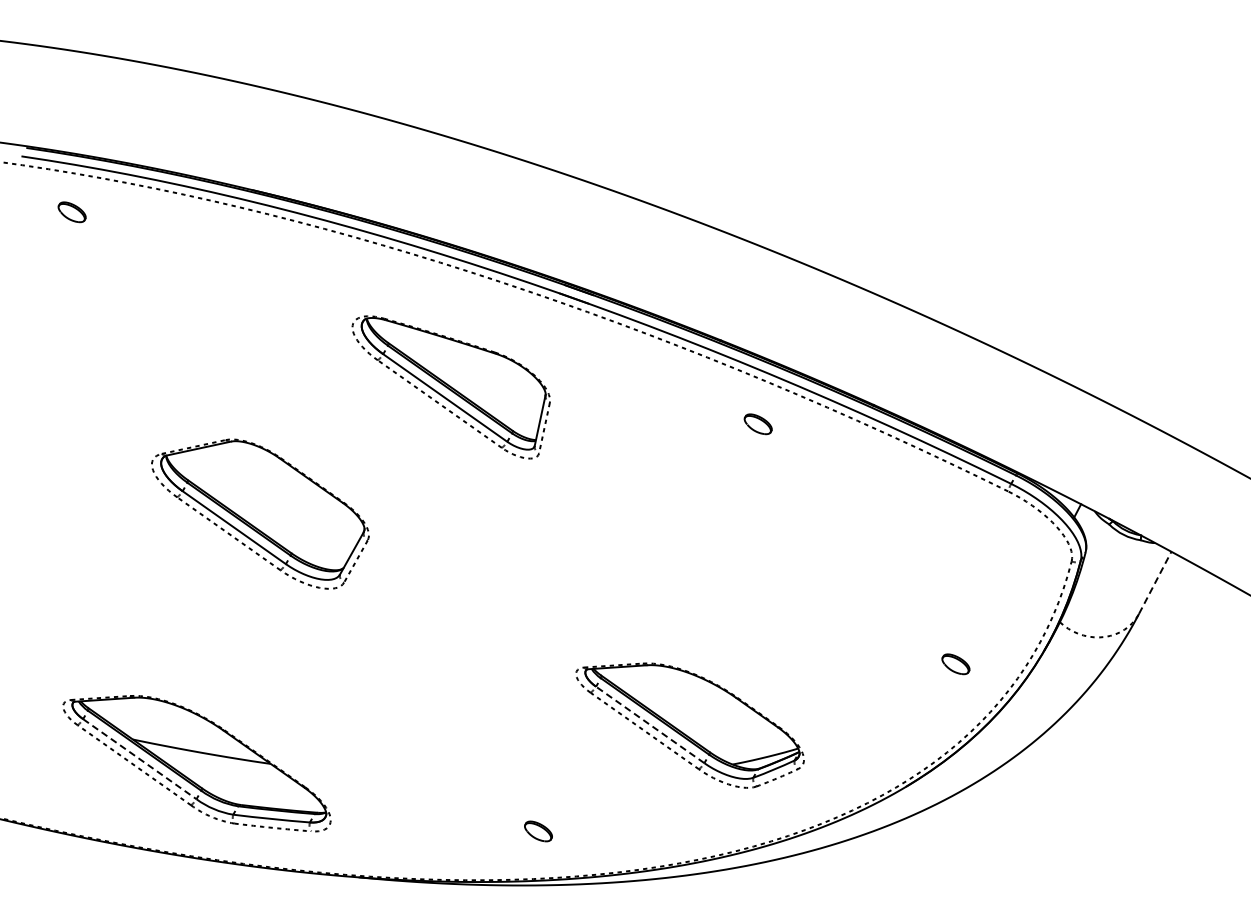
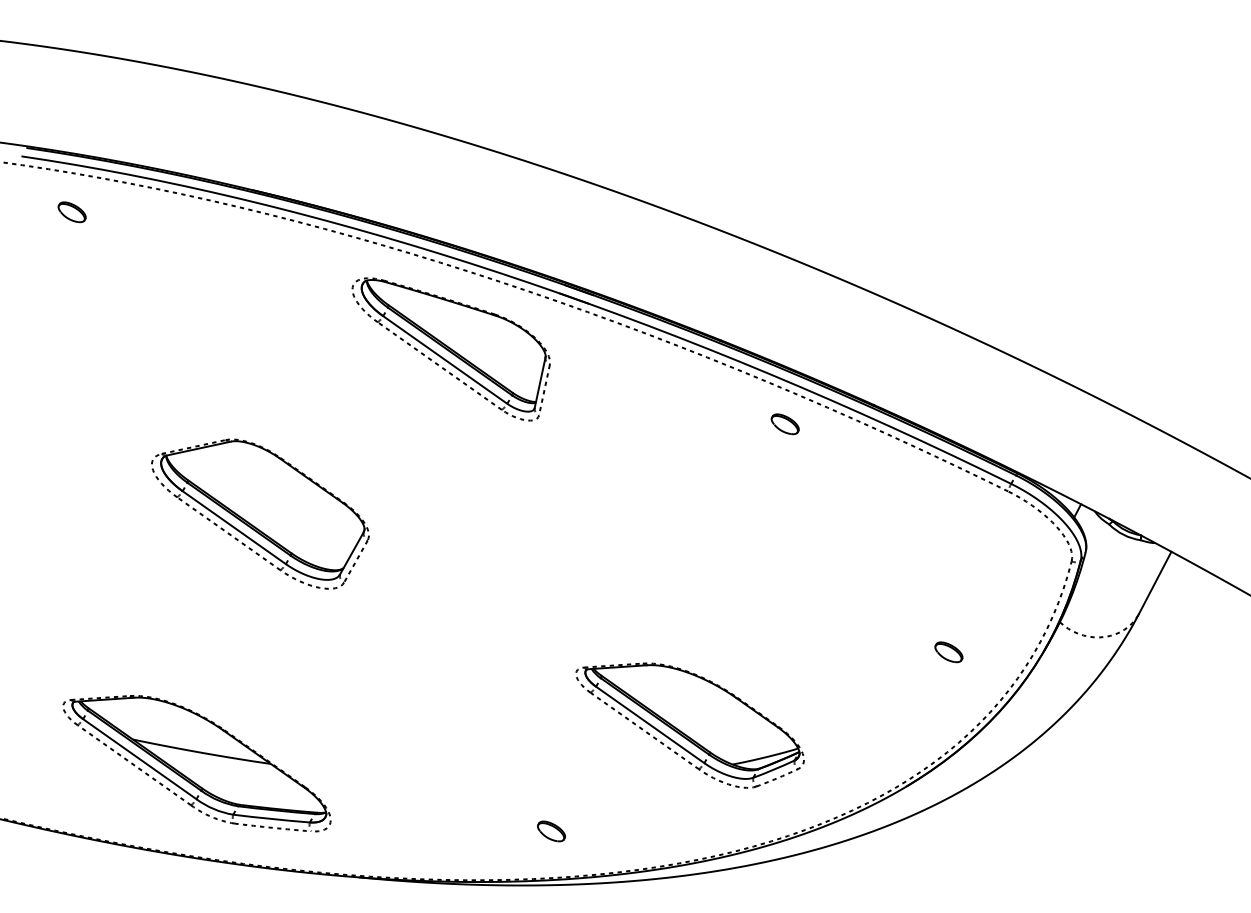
part at (450, 387) position: (450, 387) -> (450, 349)
part at (757, 424) position: (757, 424) -> (784, 424)
line at (1155, 582): dashed -> solid
part at (955, 664) position: (955, 664) -> (948, 652)
line at (649, 724): dashed -> solid
line at (140, 759): dashed -> solid
part at (538, 831) position: (538, 831) -> (551, 831)
